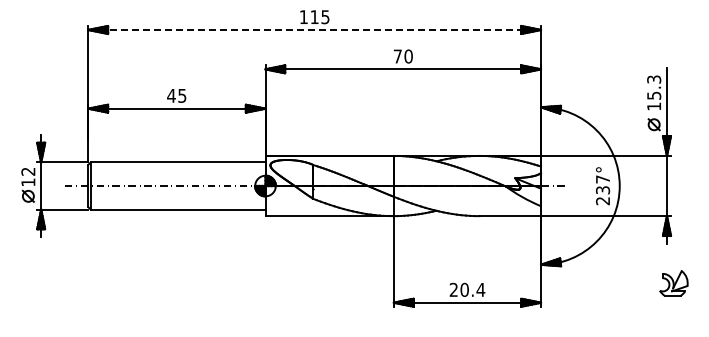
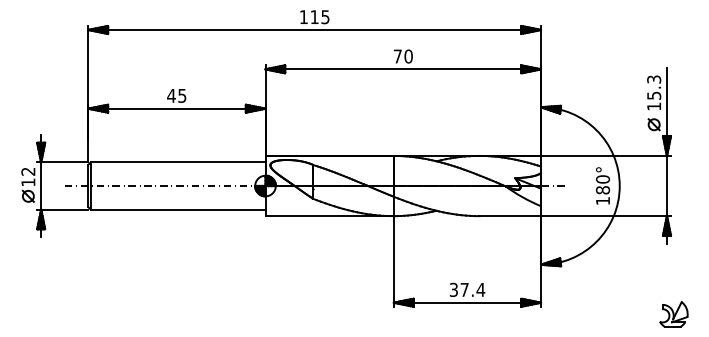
line at (315, 29): dashed -> solid
text at (603, 190): 237° -> 180°
part at (673, 283) position: (673, 283) -> (673, 314)
text at (458, 289): 20.4 -> 37.4
